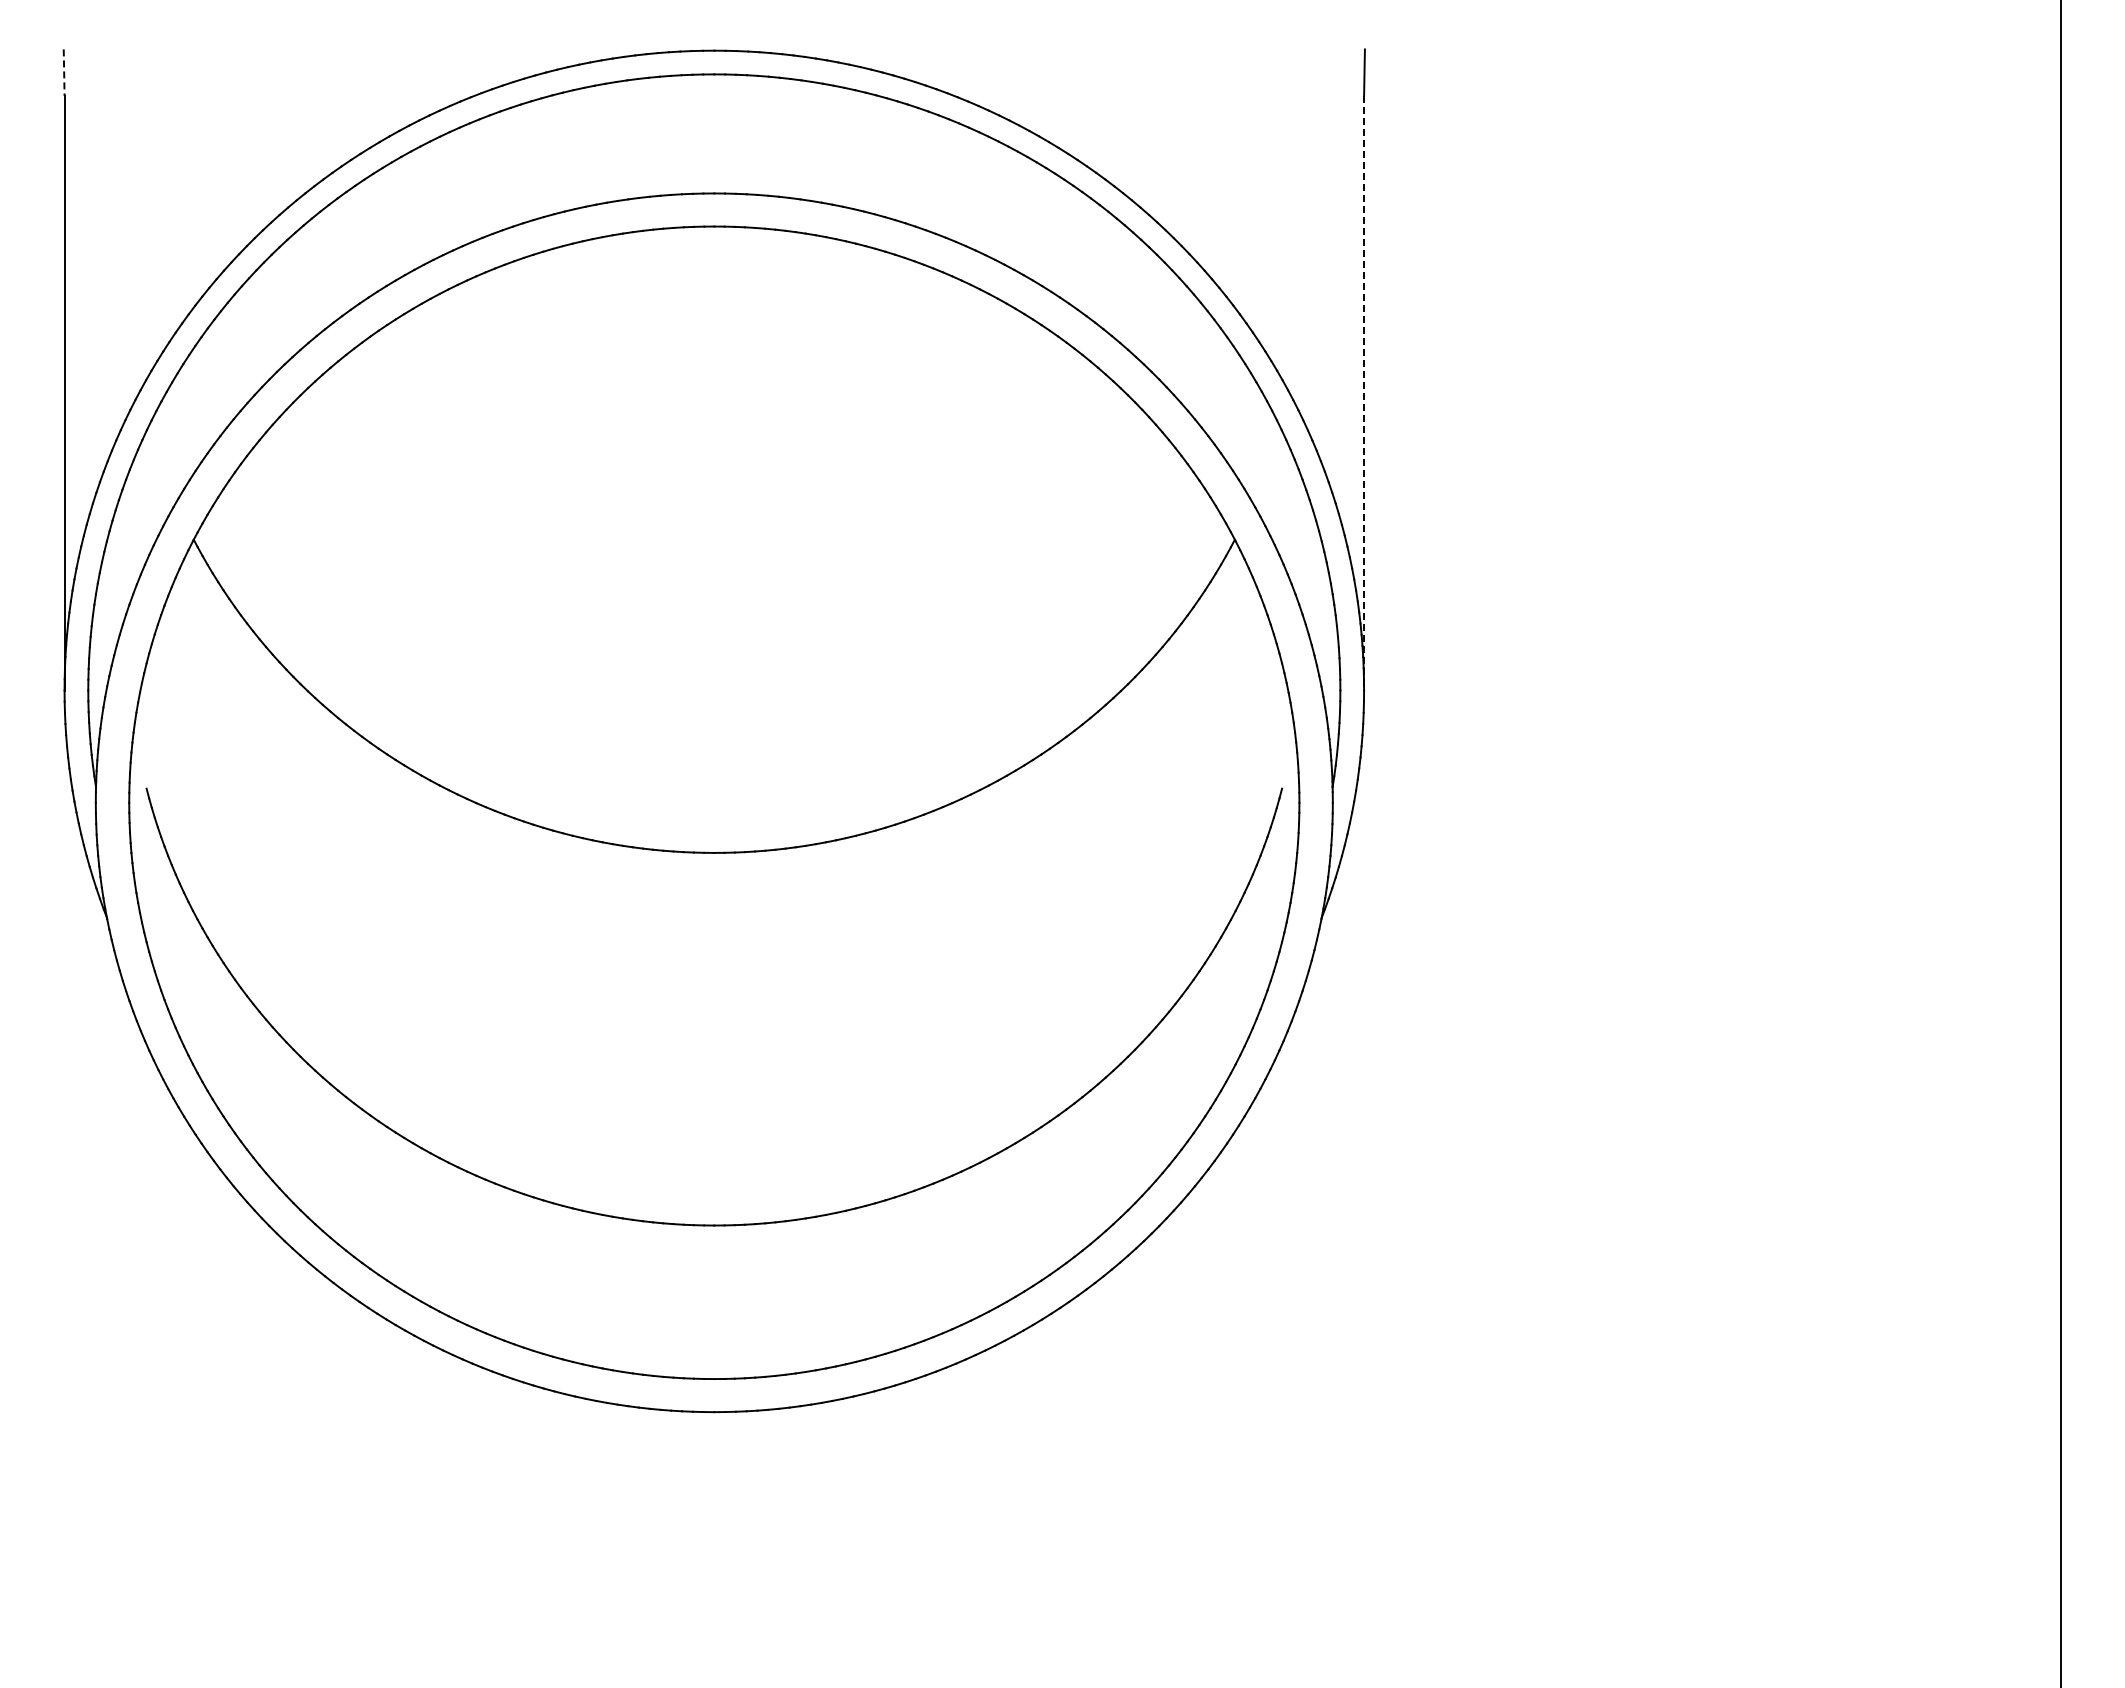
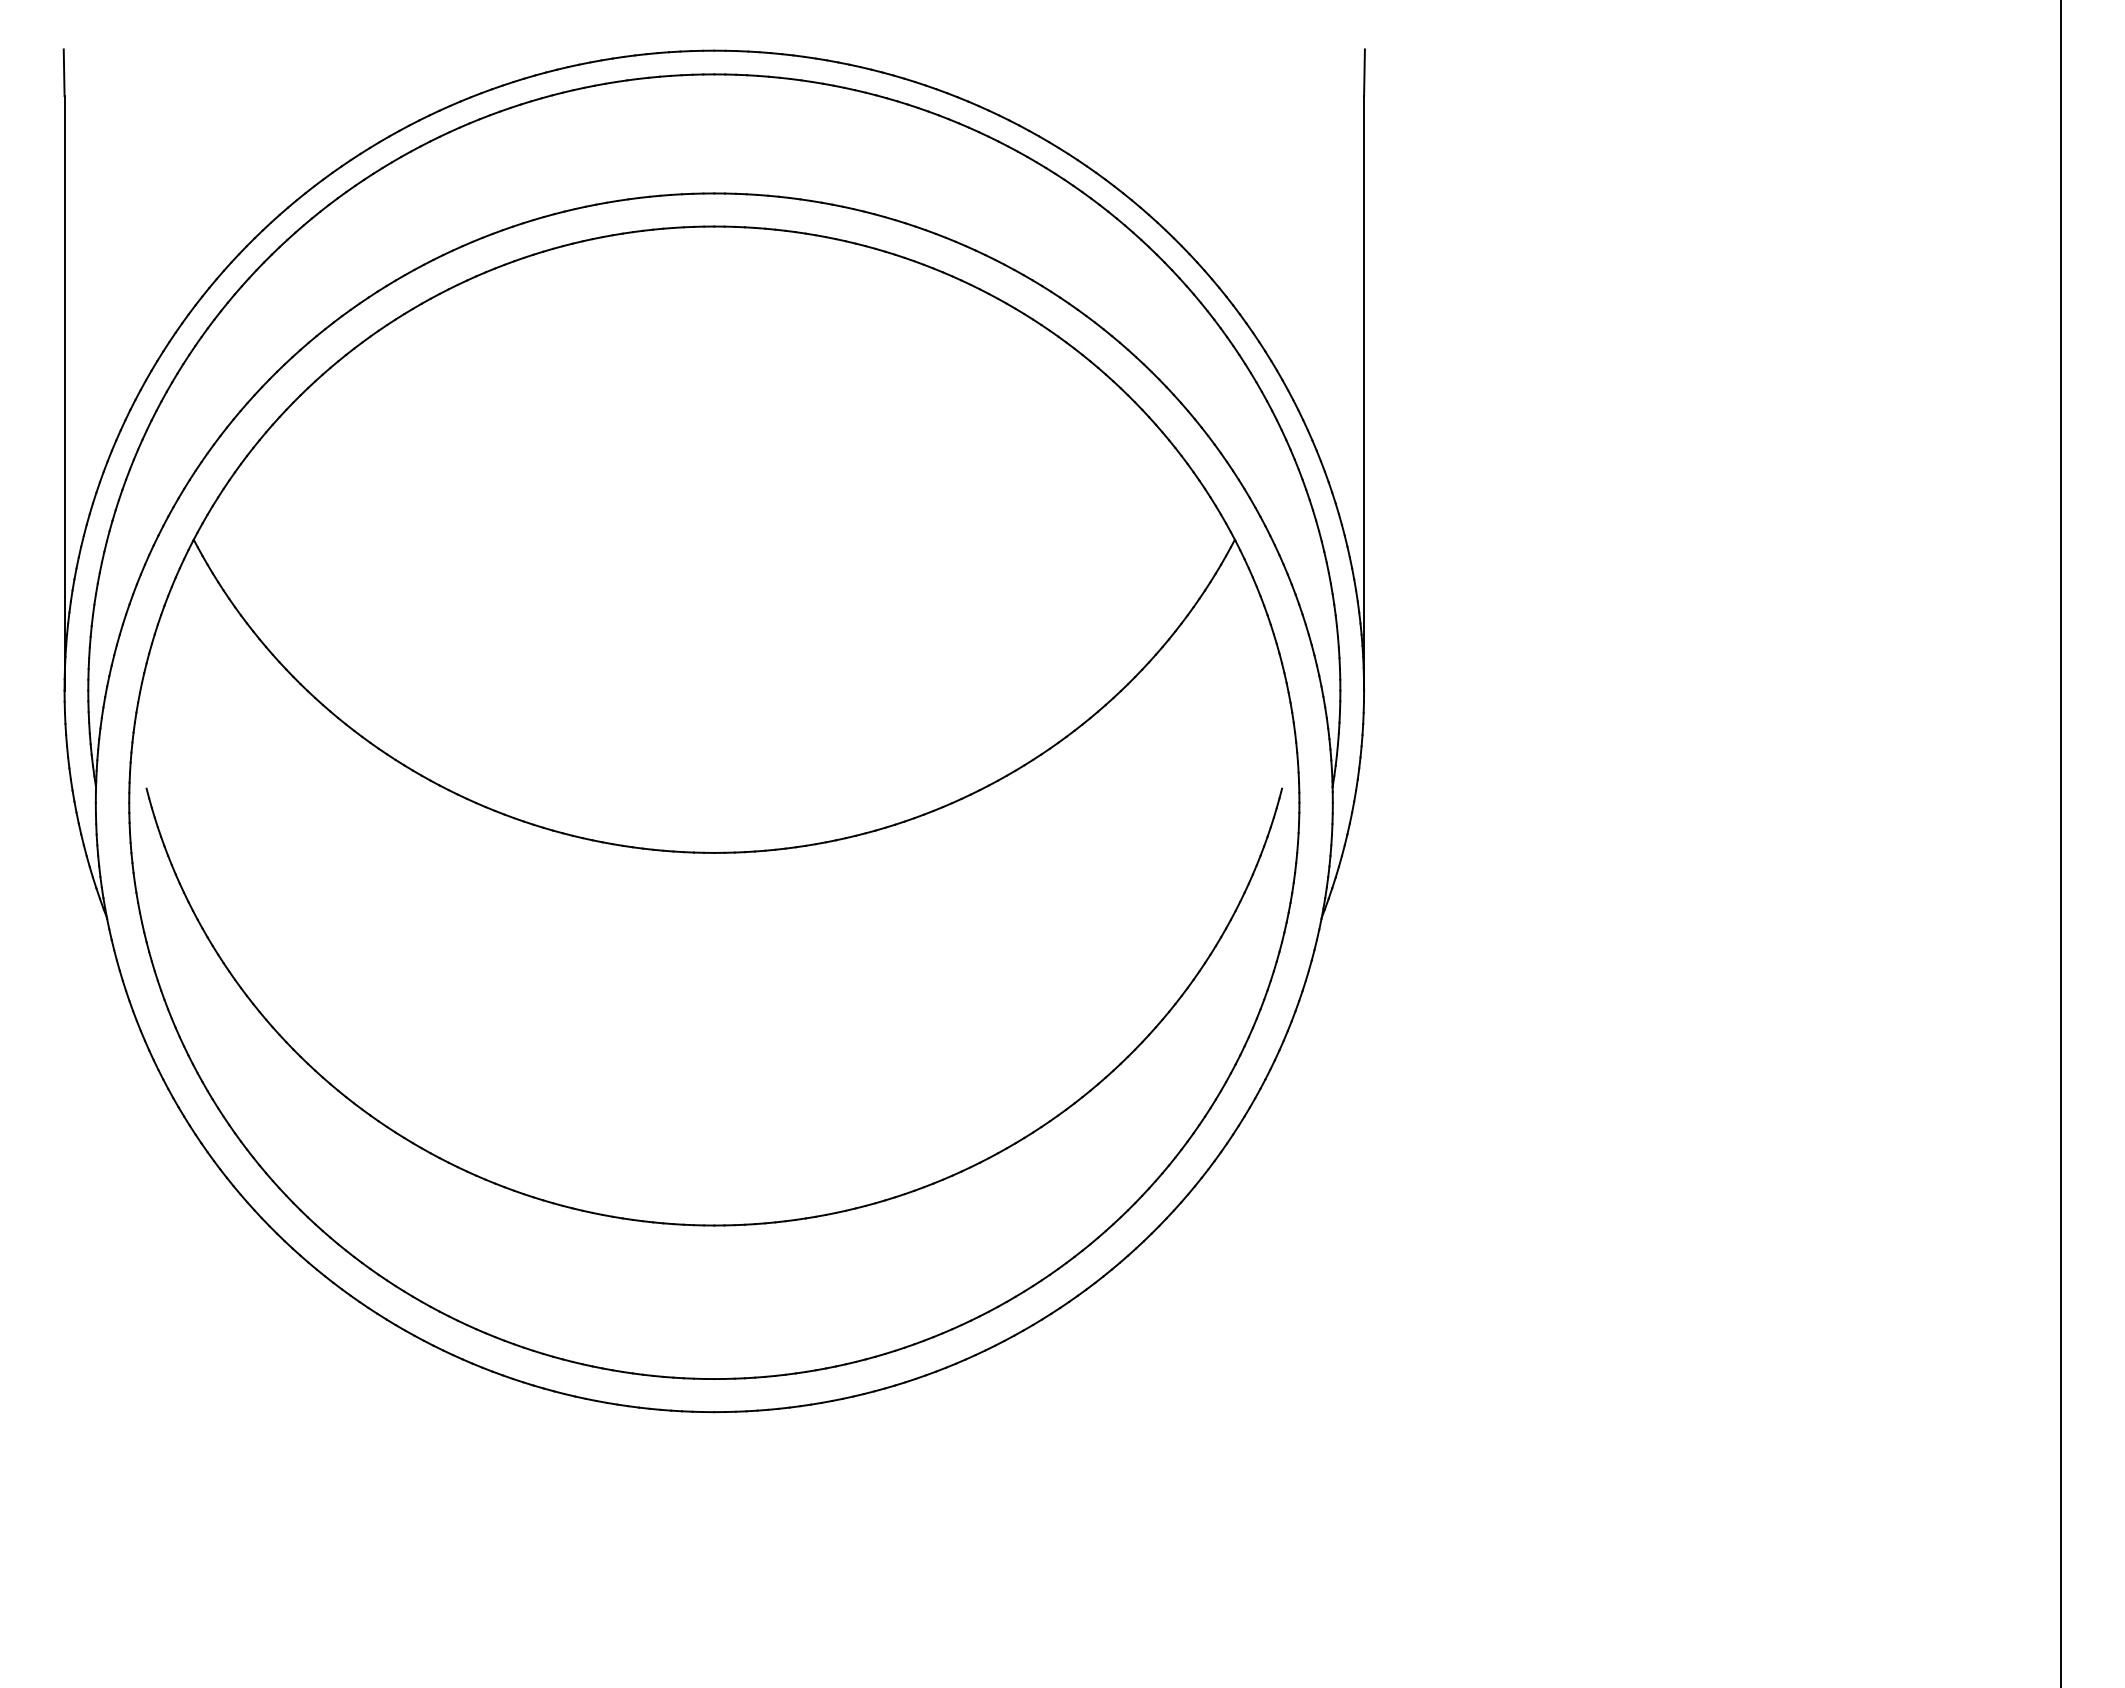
line at (64, 73): dashed -> solid
line at (1364, 393): dashed -> solid
